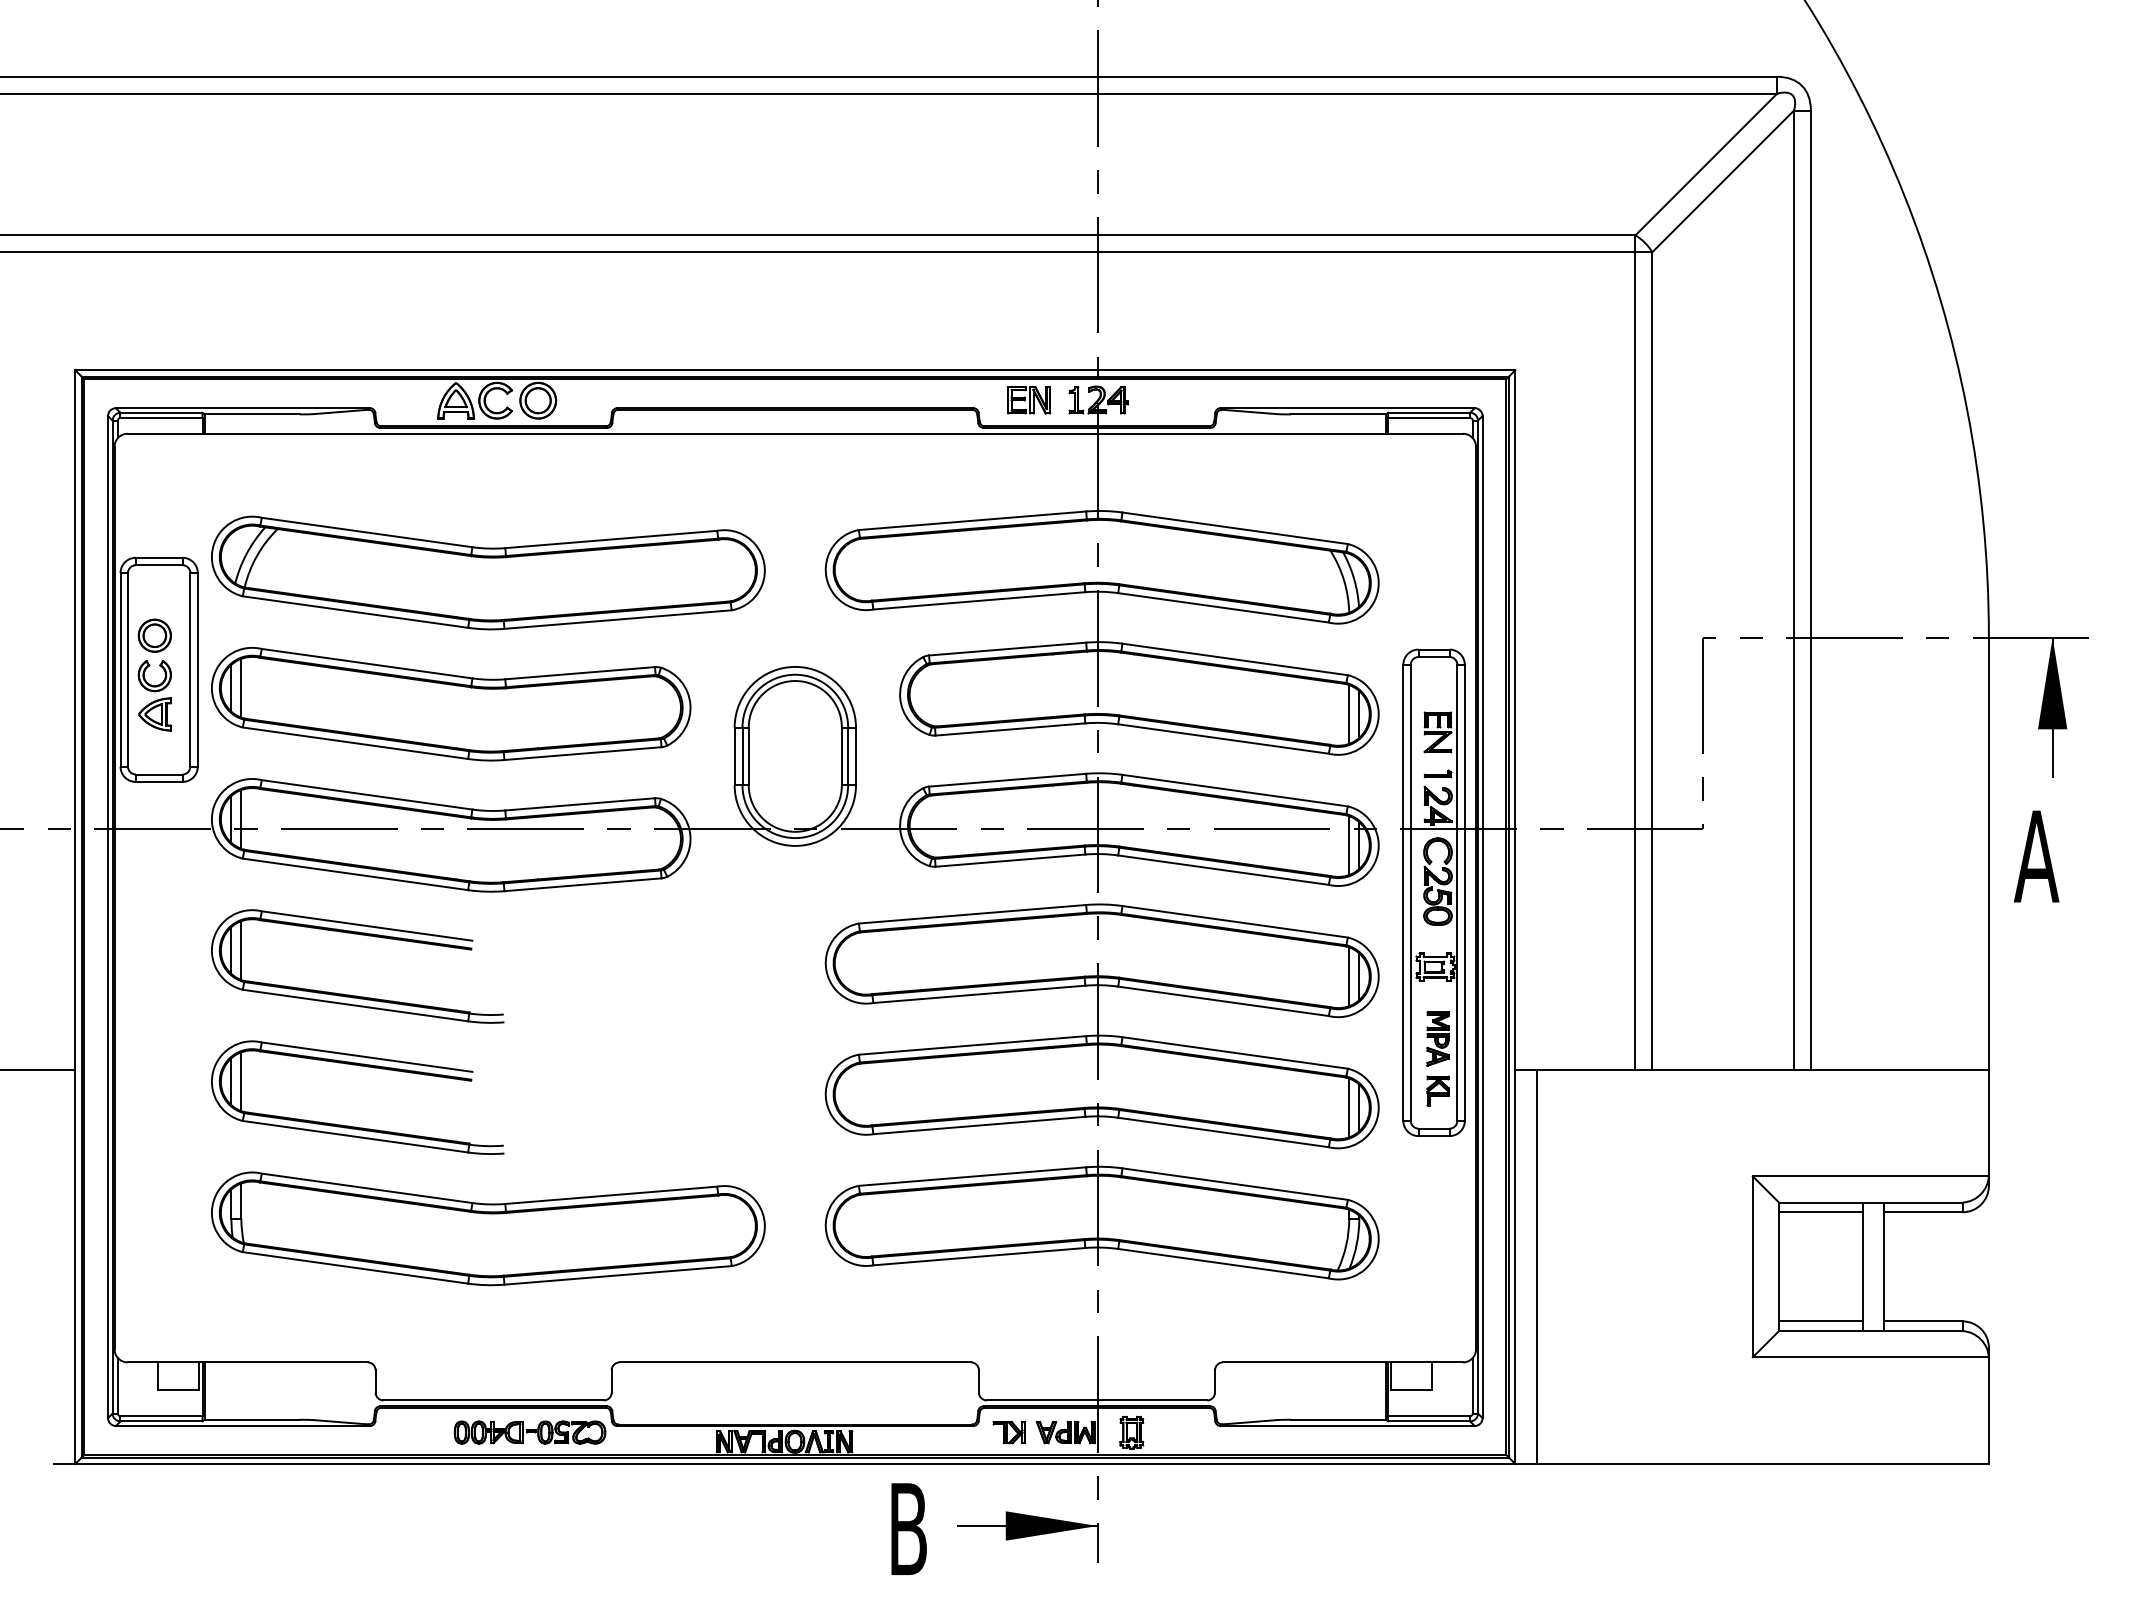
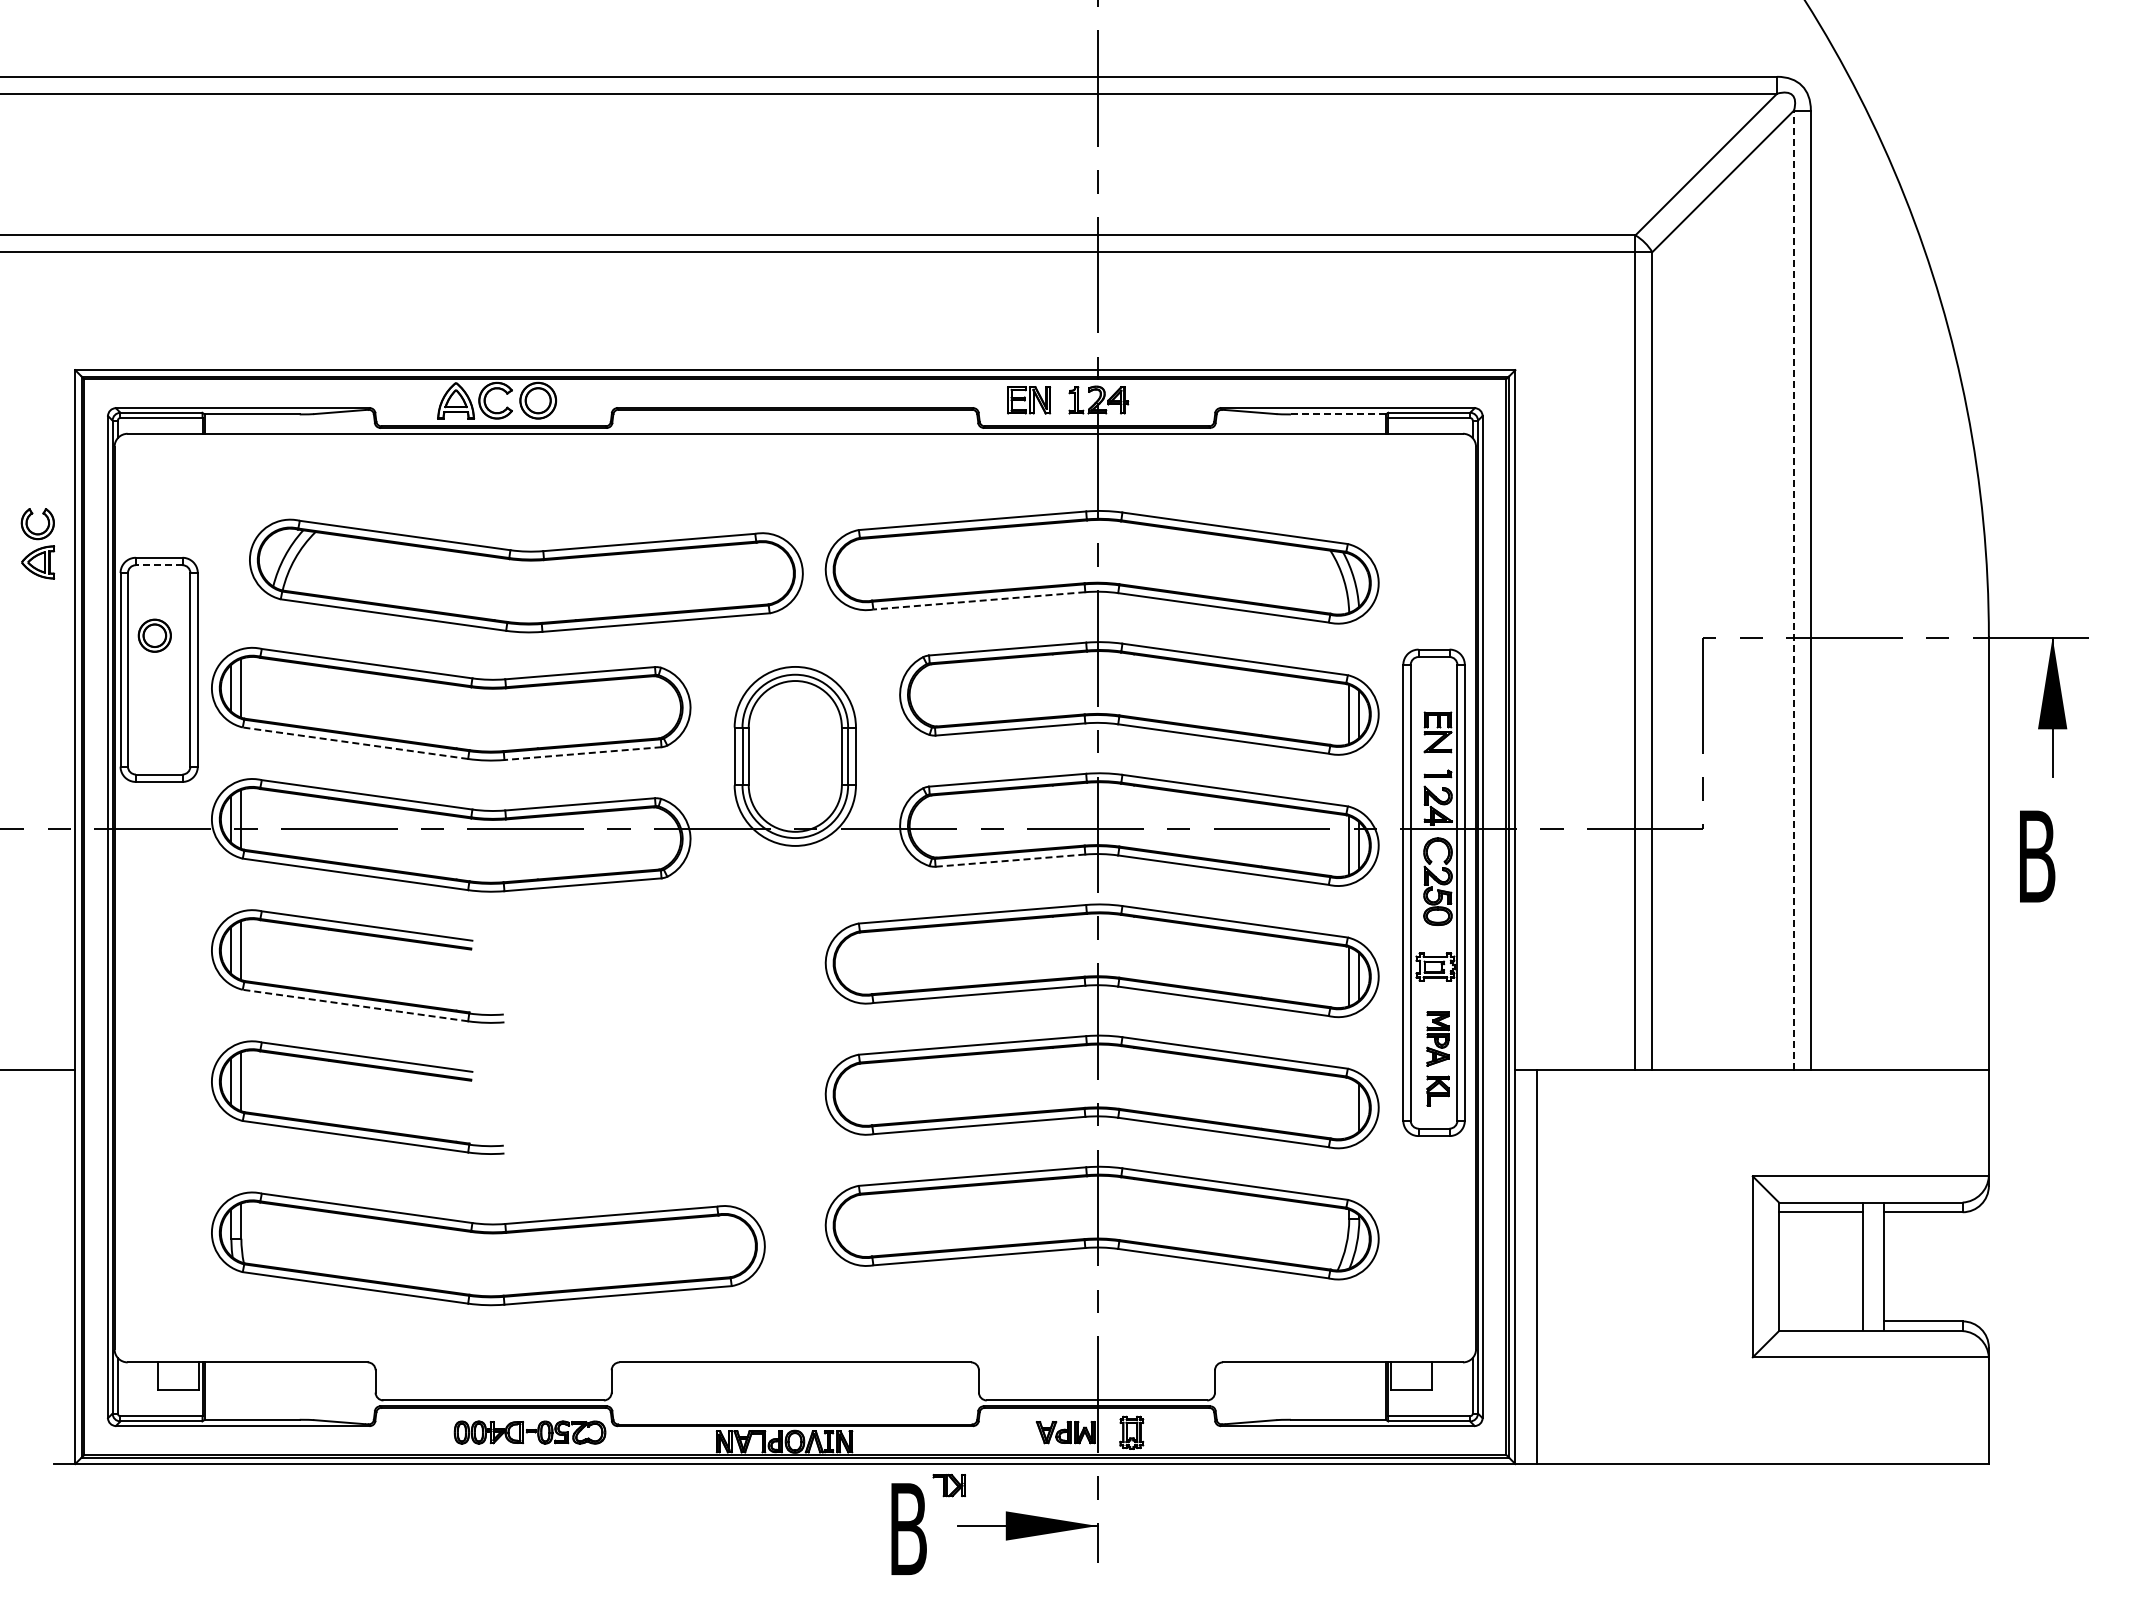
line at (1338, 414): solid -> dashed
line at (158, 565): solid -> dashed
part at (488, 572) position: (488, 572) -> (526, 575)
line at (1794, 590): solid -> dashed
line at (978, 600): solid -> dashed
part at (154, 695) position: (154, 695) -> (37, 543)
line at (355, 743): solid -> dashed
line at (583, 753): solid -> dashed
text at (2036, 856): A -> B
line at (1009, 860): solid -> dashed
line at (355, 1005): solid -> dashed
line at (1349, 1107): present -> none
part at (488, 1228) position: (488, 1228) -> (488, 1248)
line at (1820, 1321): present -> none
part at (1008, 1432) position: (1008, 1432) -> (948, 1485)
